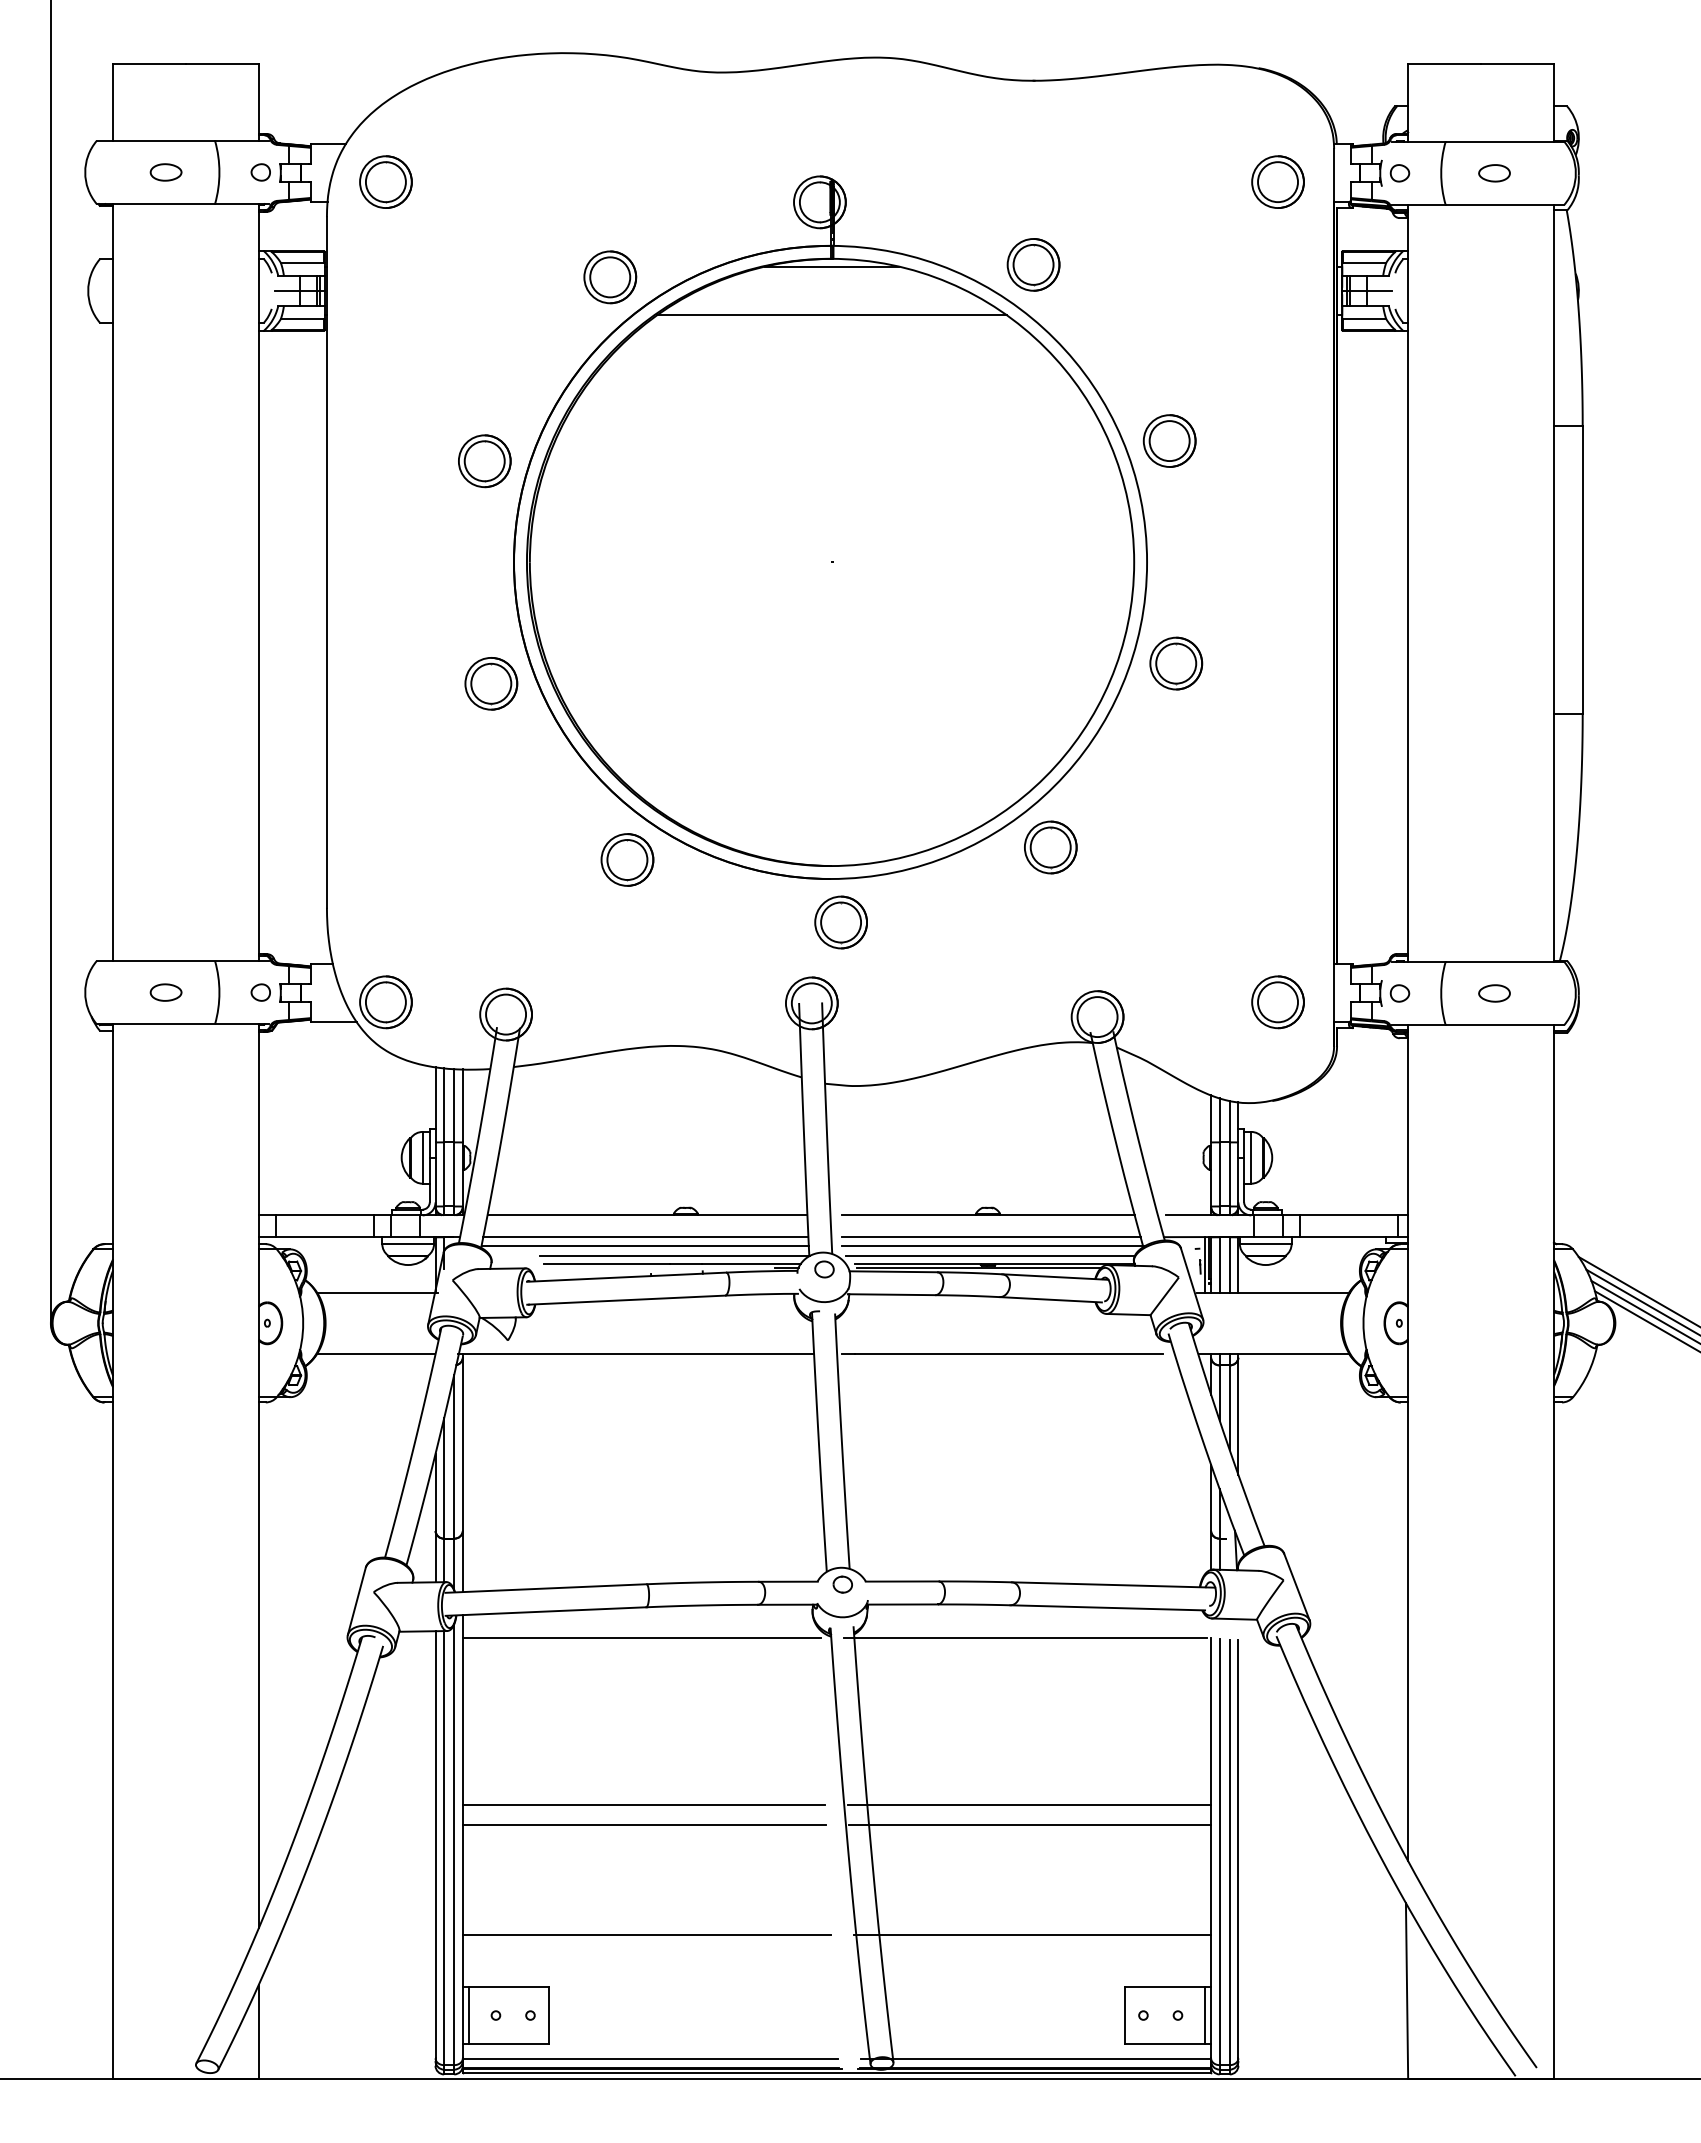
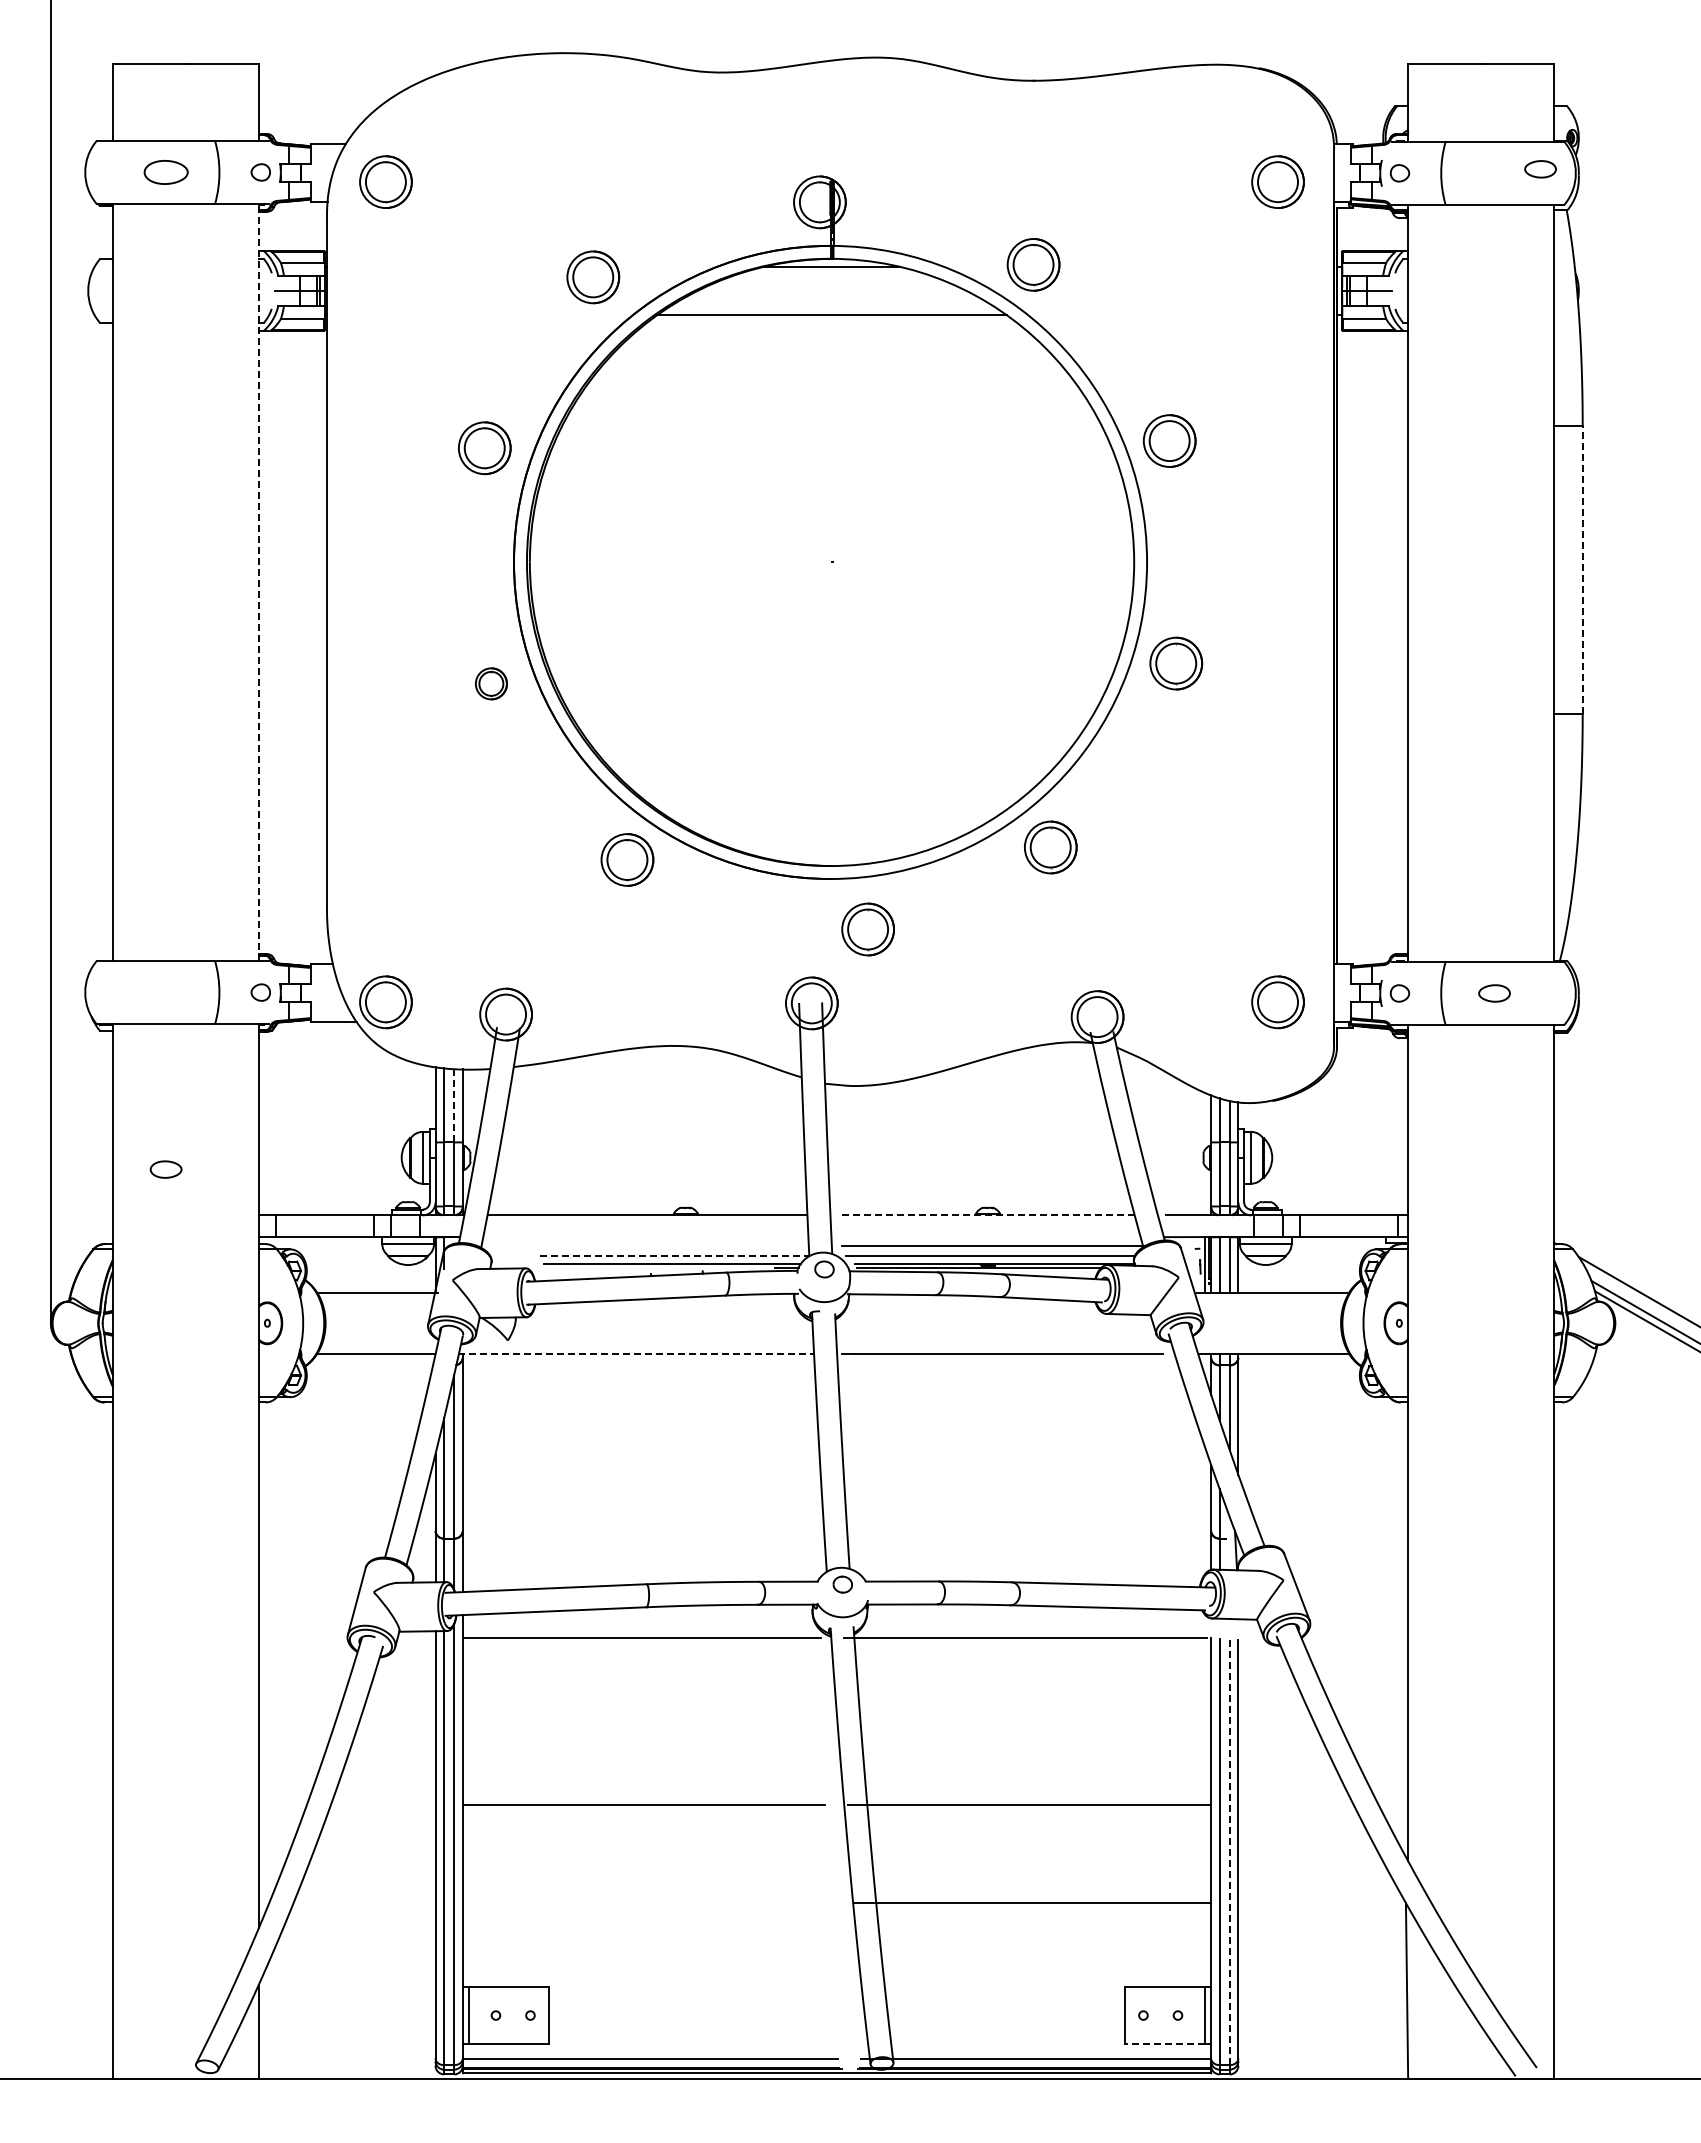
part at (165, 172) size: 34x19 px -> 46x25 px
part at (1494, 173) position: (1494, 173) -> (1540, 169)
part at (610, 277) position: (610, 277) -> (593, 277)
part at (484, 461) position: (484, 461) -> (484, 448)
line at (1582, 569): solid -> dashed
line at (258, 582): solid -> dashed
part at (491, 683) size: 55x54 px -> 33x34 px
part at (840, 922) position: (840, 922) -> (867, 929)
part at (165, 992) position: (165, 992) -> (165, 1169)
line at (454, 1105): solid -> dashed
line at (988, 1215): solid -> dashed
line at (645, 1236): present -> none
line at (991, 1236): present -> none
line at (644, 1245): present -> none
line at (675, 1255): solid -> dashed
line at (1641, 1301): present -> none
line at (636, 1354): solid -> dashed
line at (643, 1825): present -> none
line at (1030, 1825): present -> none
line at (1229, 1852): solid -> dashed
line at (646, 1935): present -> none
line at (1032, 1935) position: (1032, 1935) -> (1032, 1903)
line at (1164, 2044): solid -> dashed
